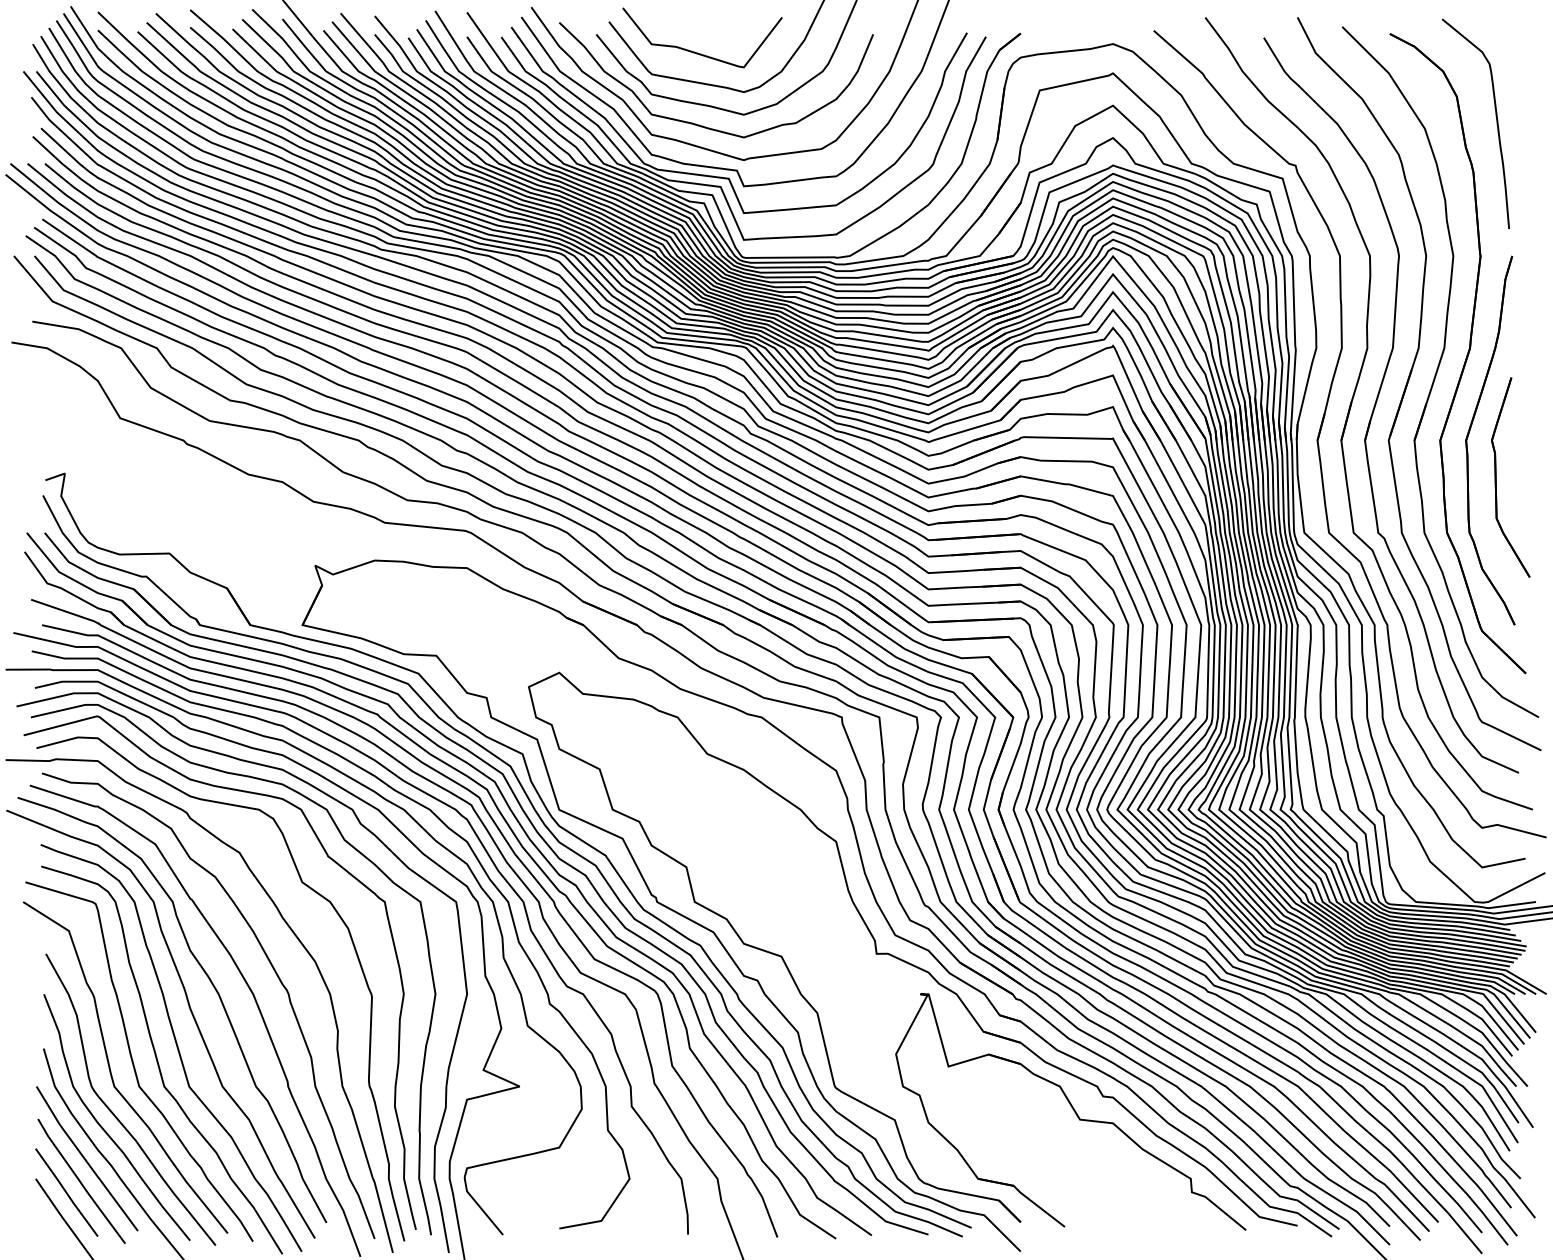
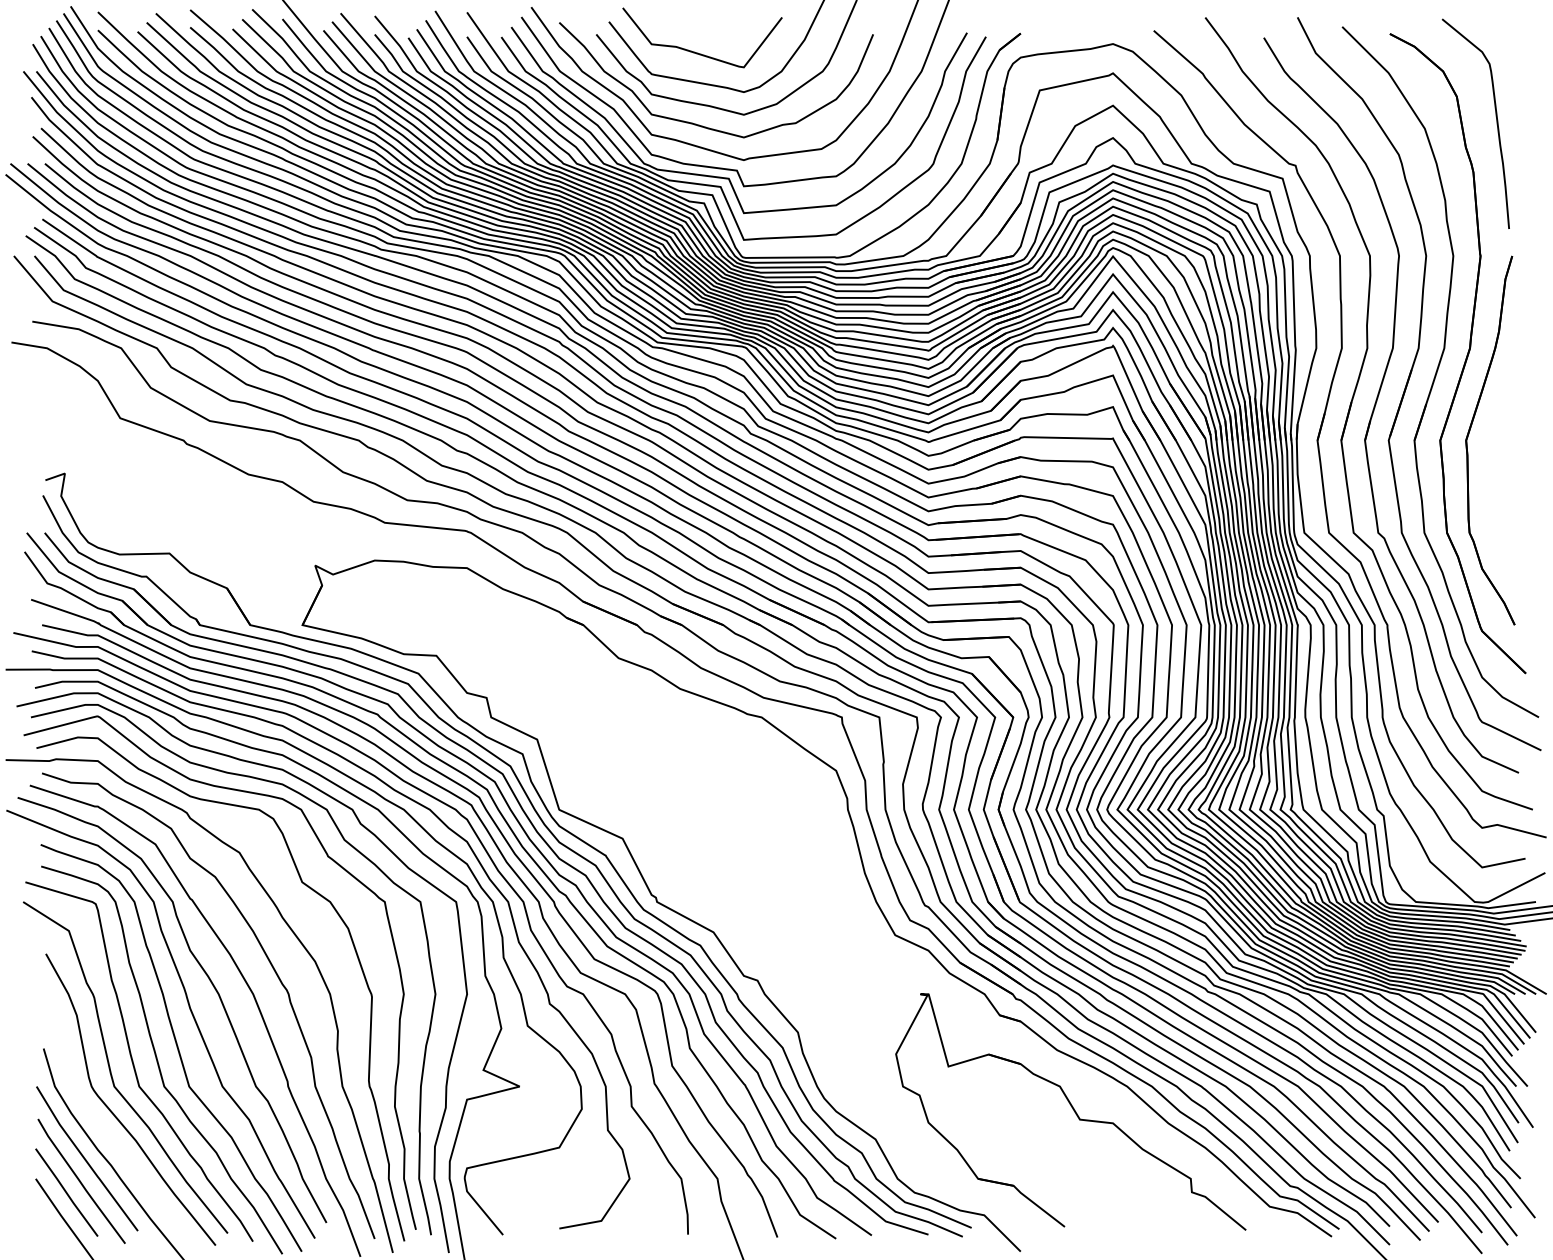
part at (1496, 477): present -> none
part at (905, 960): present -> none
curve at (102, 1126): present -> none
